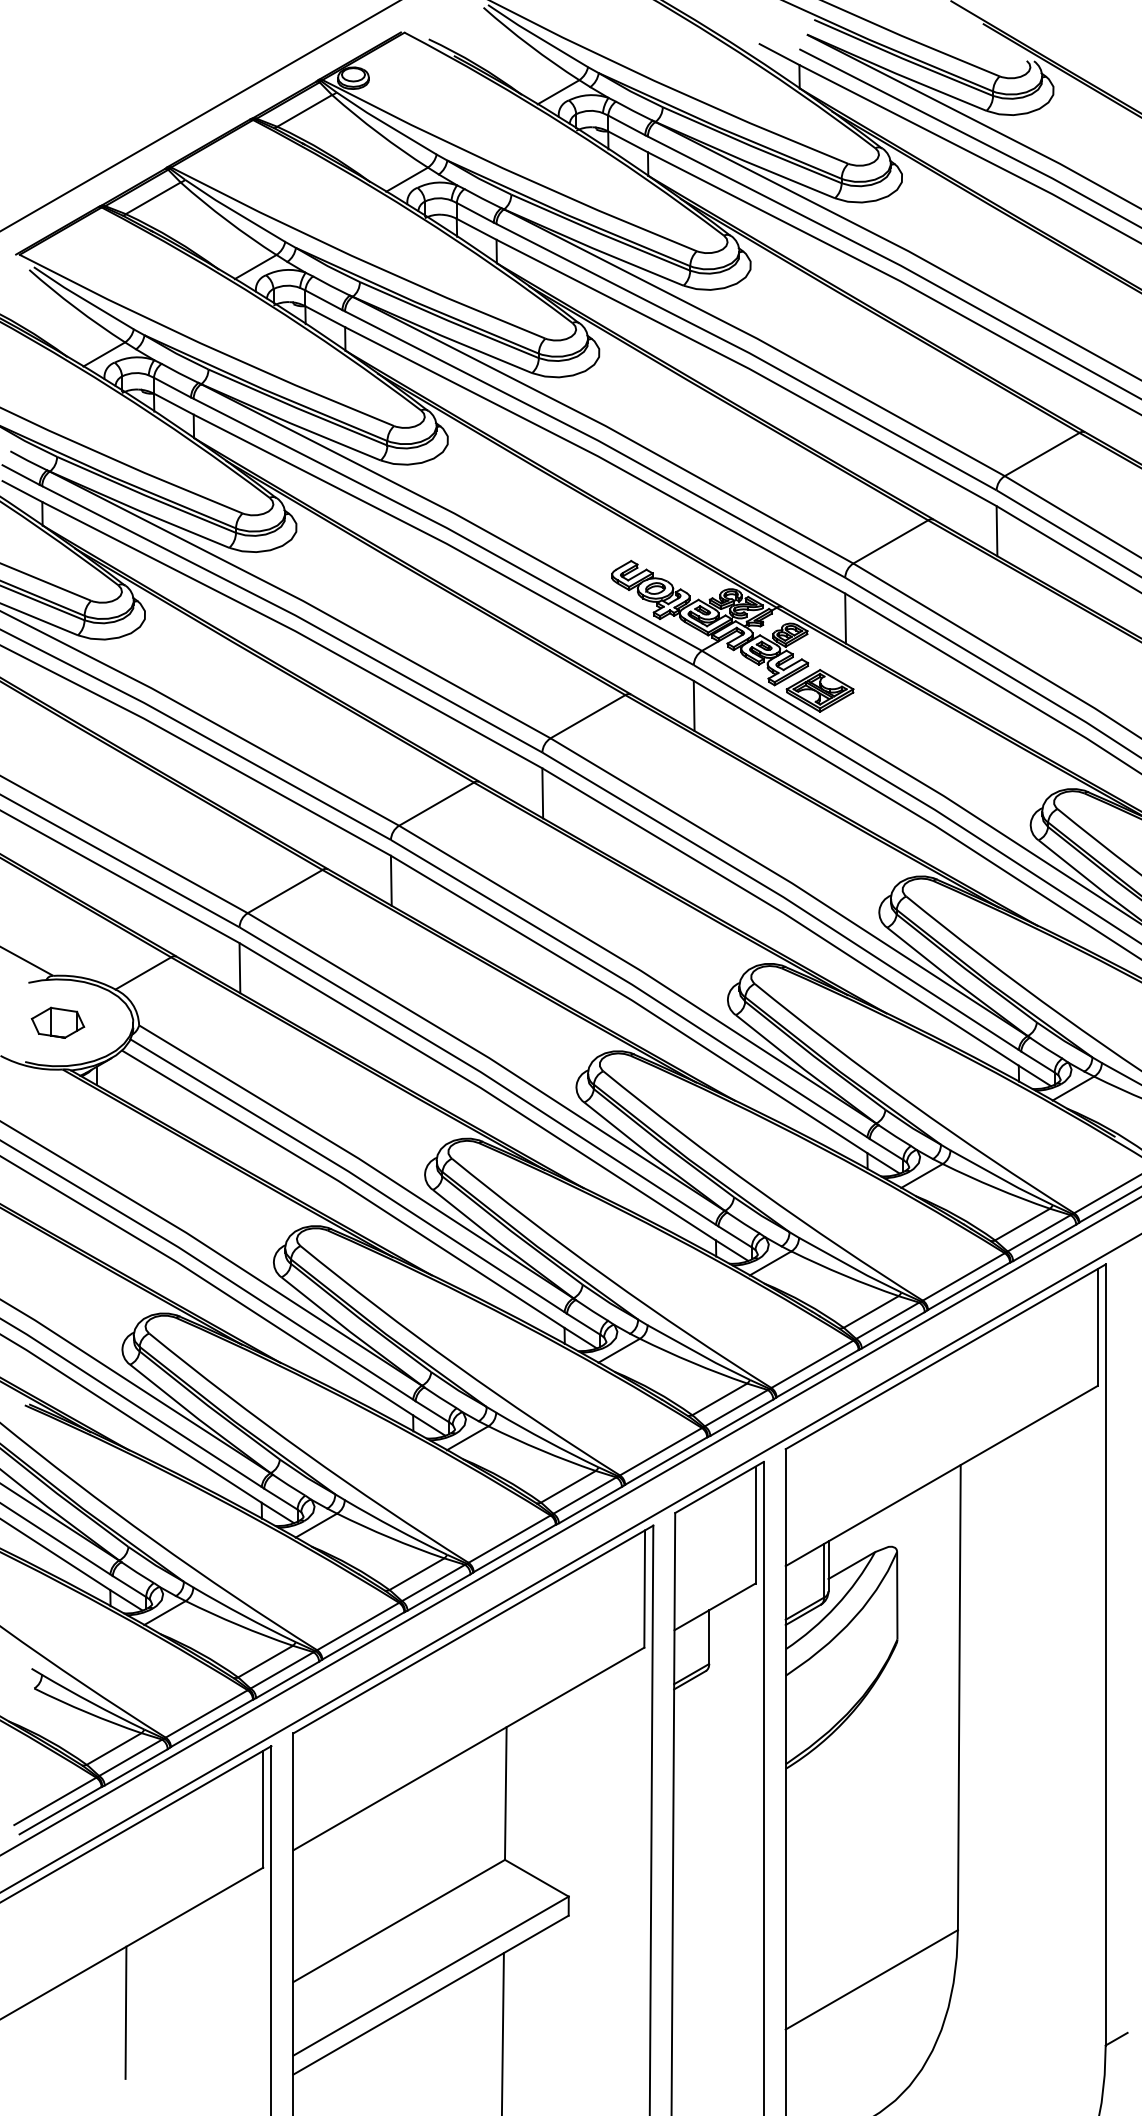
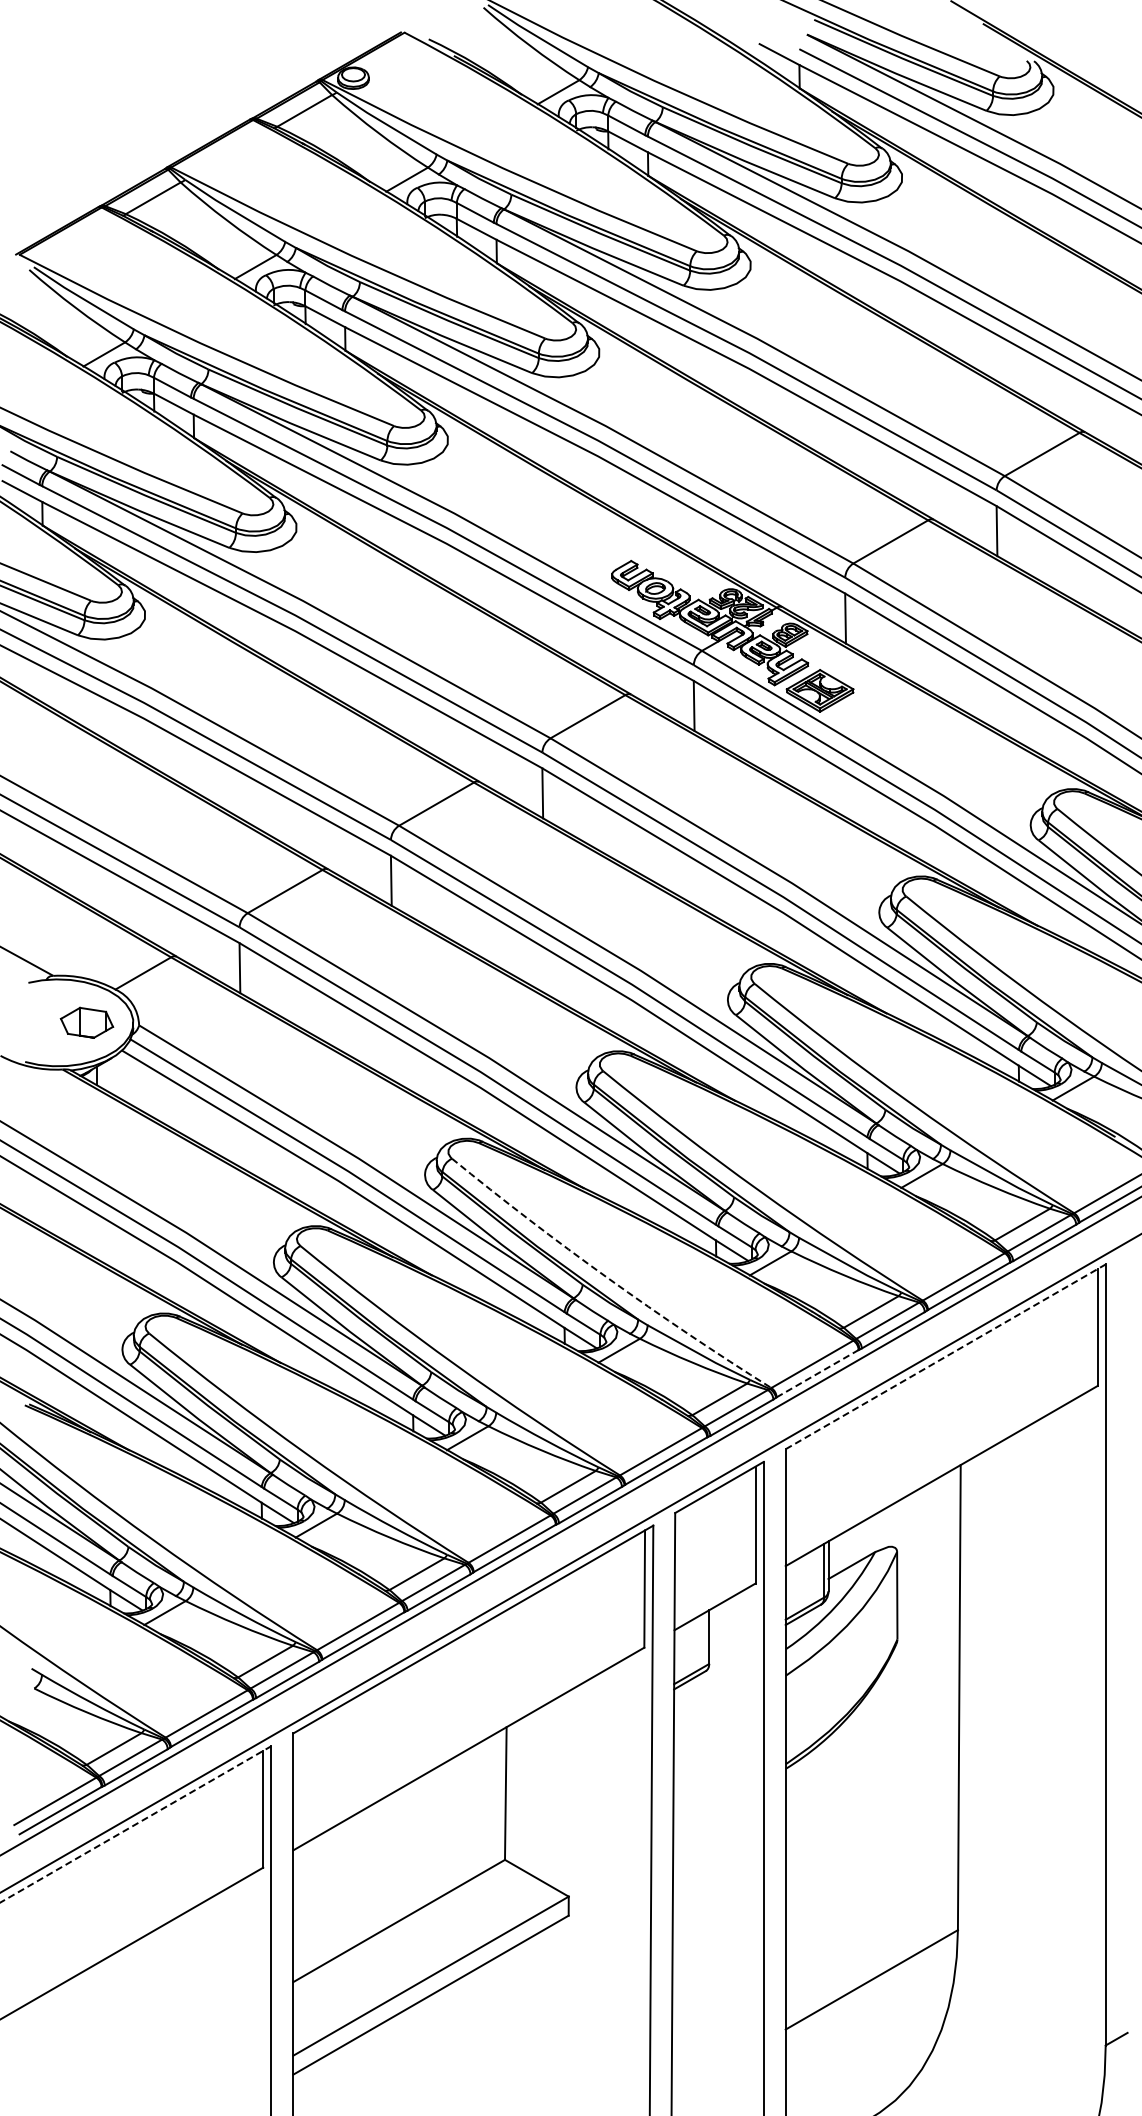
line at (199, 115): present -> none
part at (57, 1022) position: (57, 1022) -> (86, 1022)
arc at (608, 1278): solid -> dashed
line at (945, 1356): solid -> dashed
line at (818, 1373): solid -> dashed
line at (136, 1824): solid -> dashed
line at (125, 2012): present -> none
line at (502, 2032): present -> none
